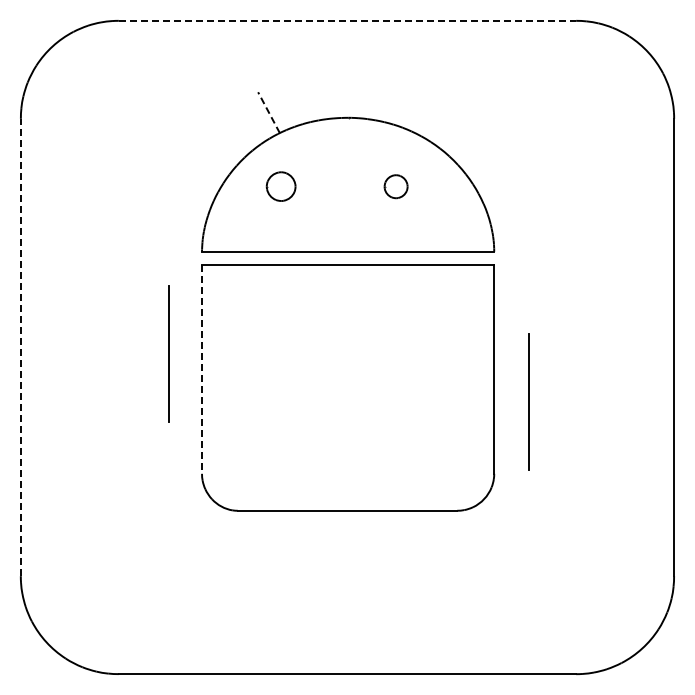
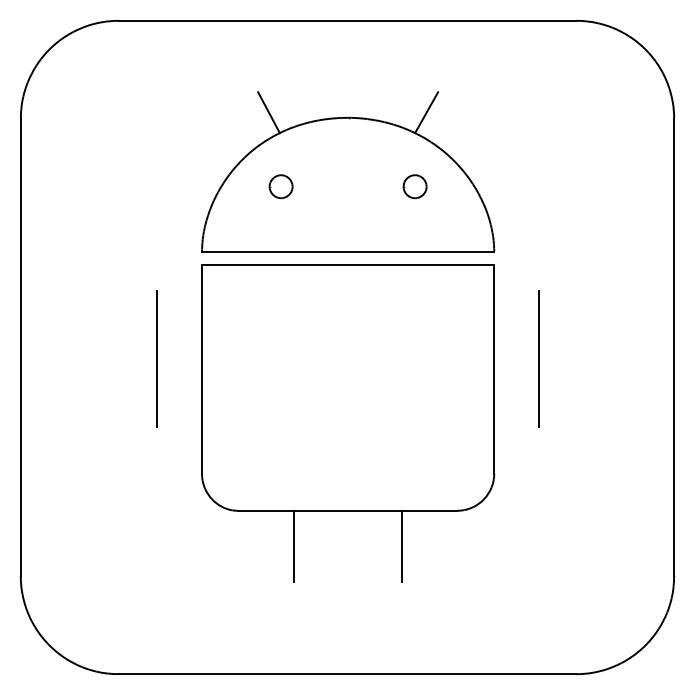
line at (347, 20): dashed -> solid
line at (268, 112): dashed -> solid
line at (426, 112): none -> present
part at (280, 186) size: 32x31 px -> 26x26 px
part at (395, 186) position: (395, 186) -> (414, 186)
line at (20, 347): dashed -> solid
line at (168, 353) position: (168, 353) -> (156, 358)
line at (202, 369): dashed -> solid
line at (528, 401) position: (528, 401) -> (538, 358)
line at (293, 546): none -> present
line at (402, 546): none -> present
